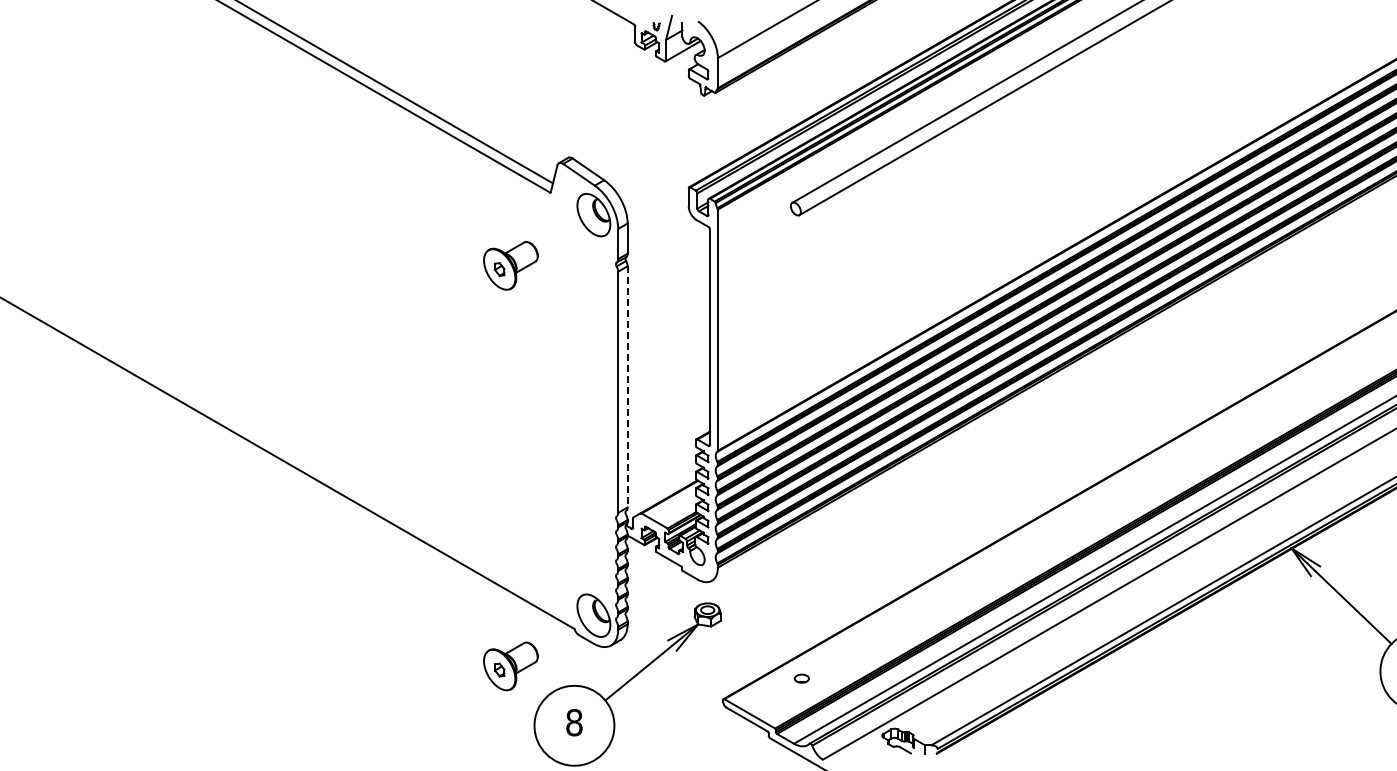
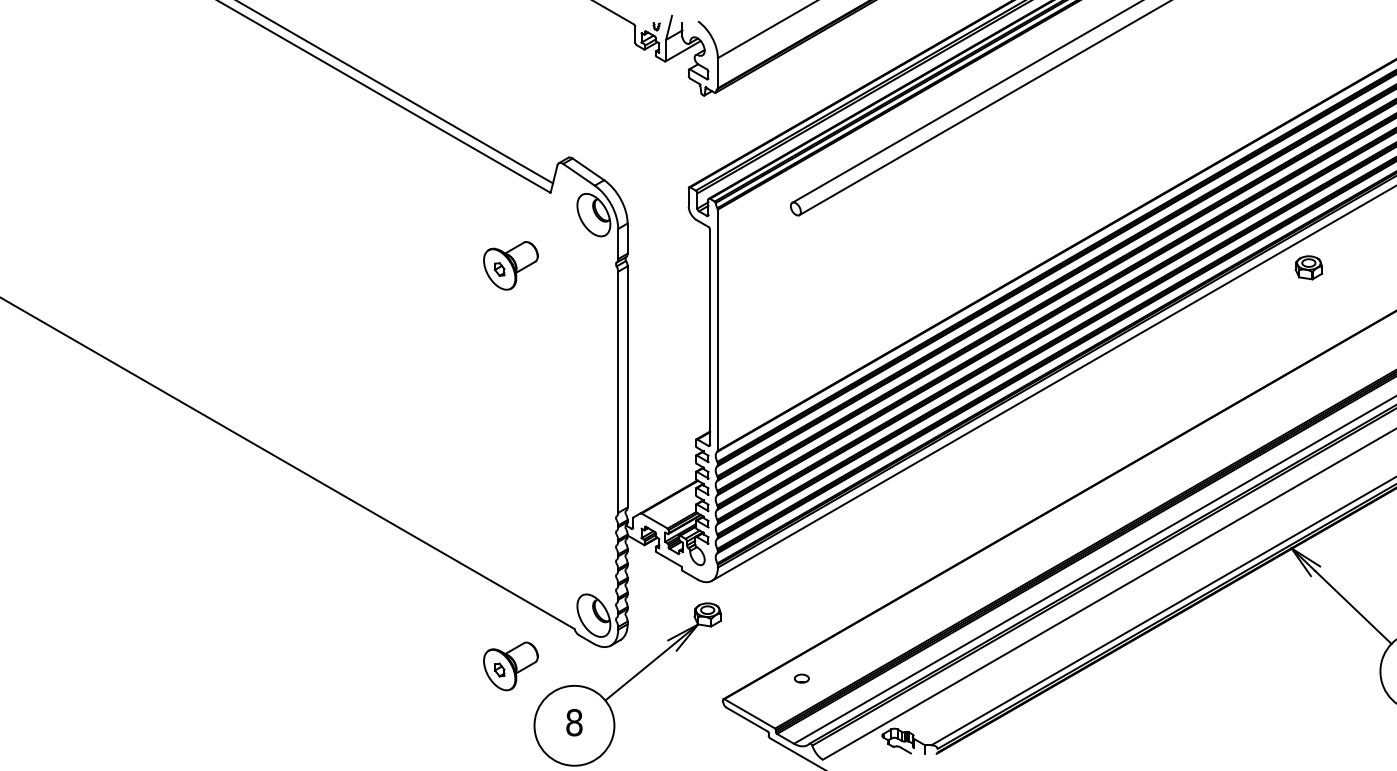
part at (1308, 267): none -> present
line at (1052, 383): none -> present
line at (627, 386): dashed -> solid
